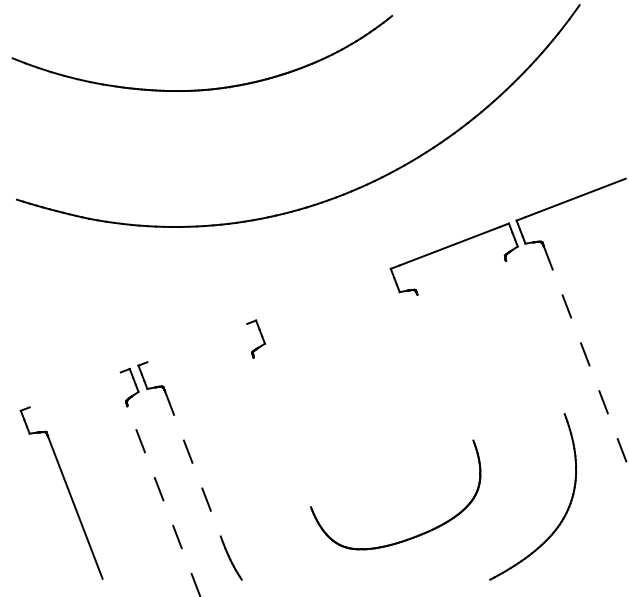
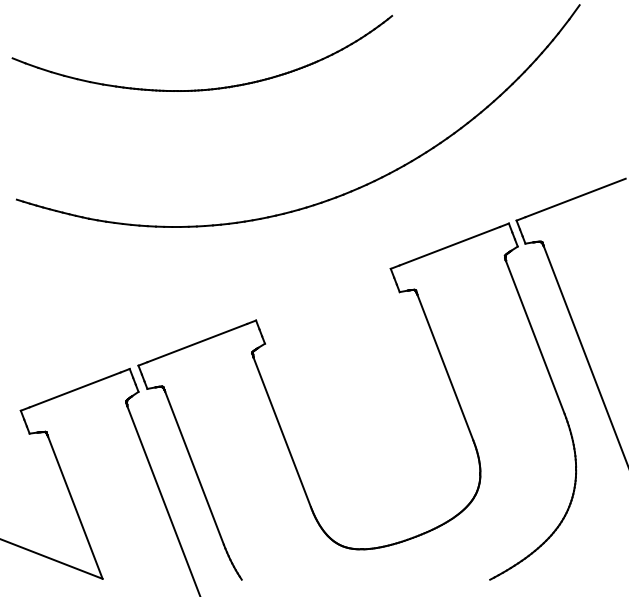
line at (534, 337): none -> present
line at (197, 342): none -> present
line at (586, 357): dashed -> solid
line at (445, 367): none -> present
line at (74, 389): none -> present
line at (281, 432): none -> present
line at (194, 468): dashed -> solid
line at (163, 501): dashed -> solid
line at (52, 558): none -> present
